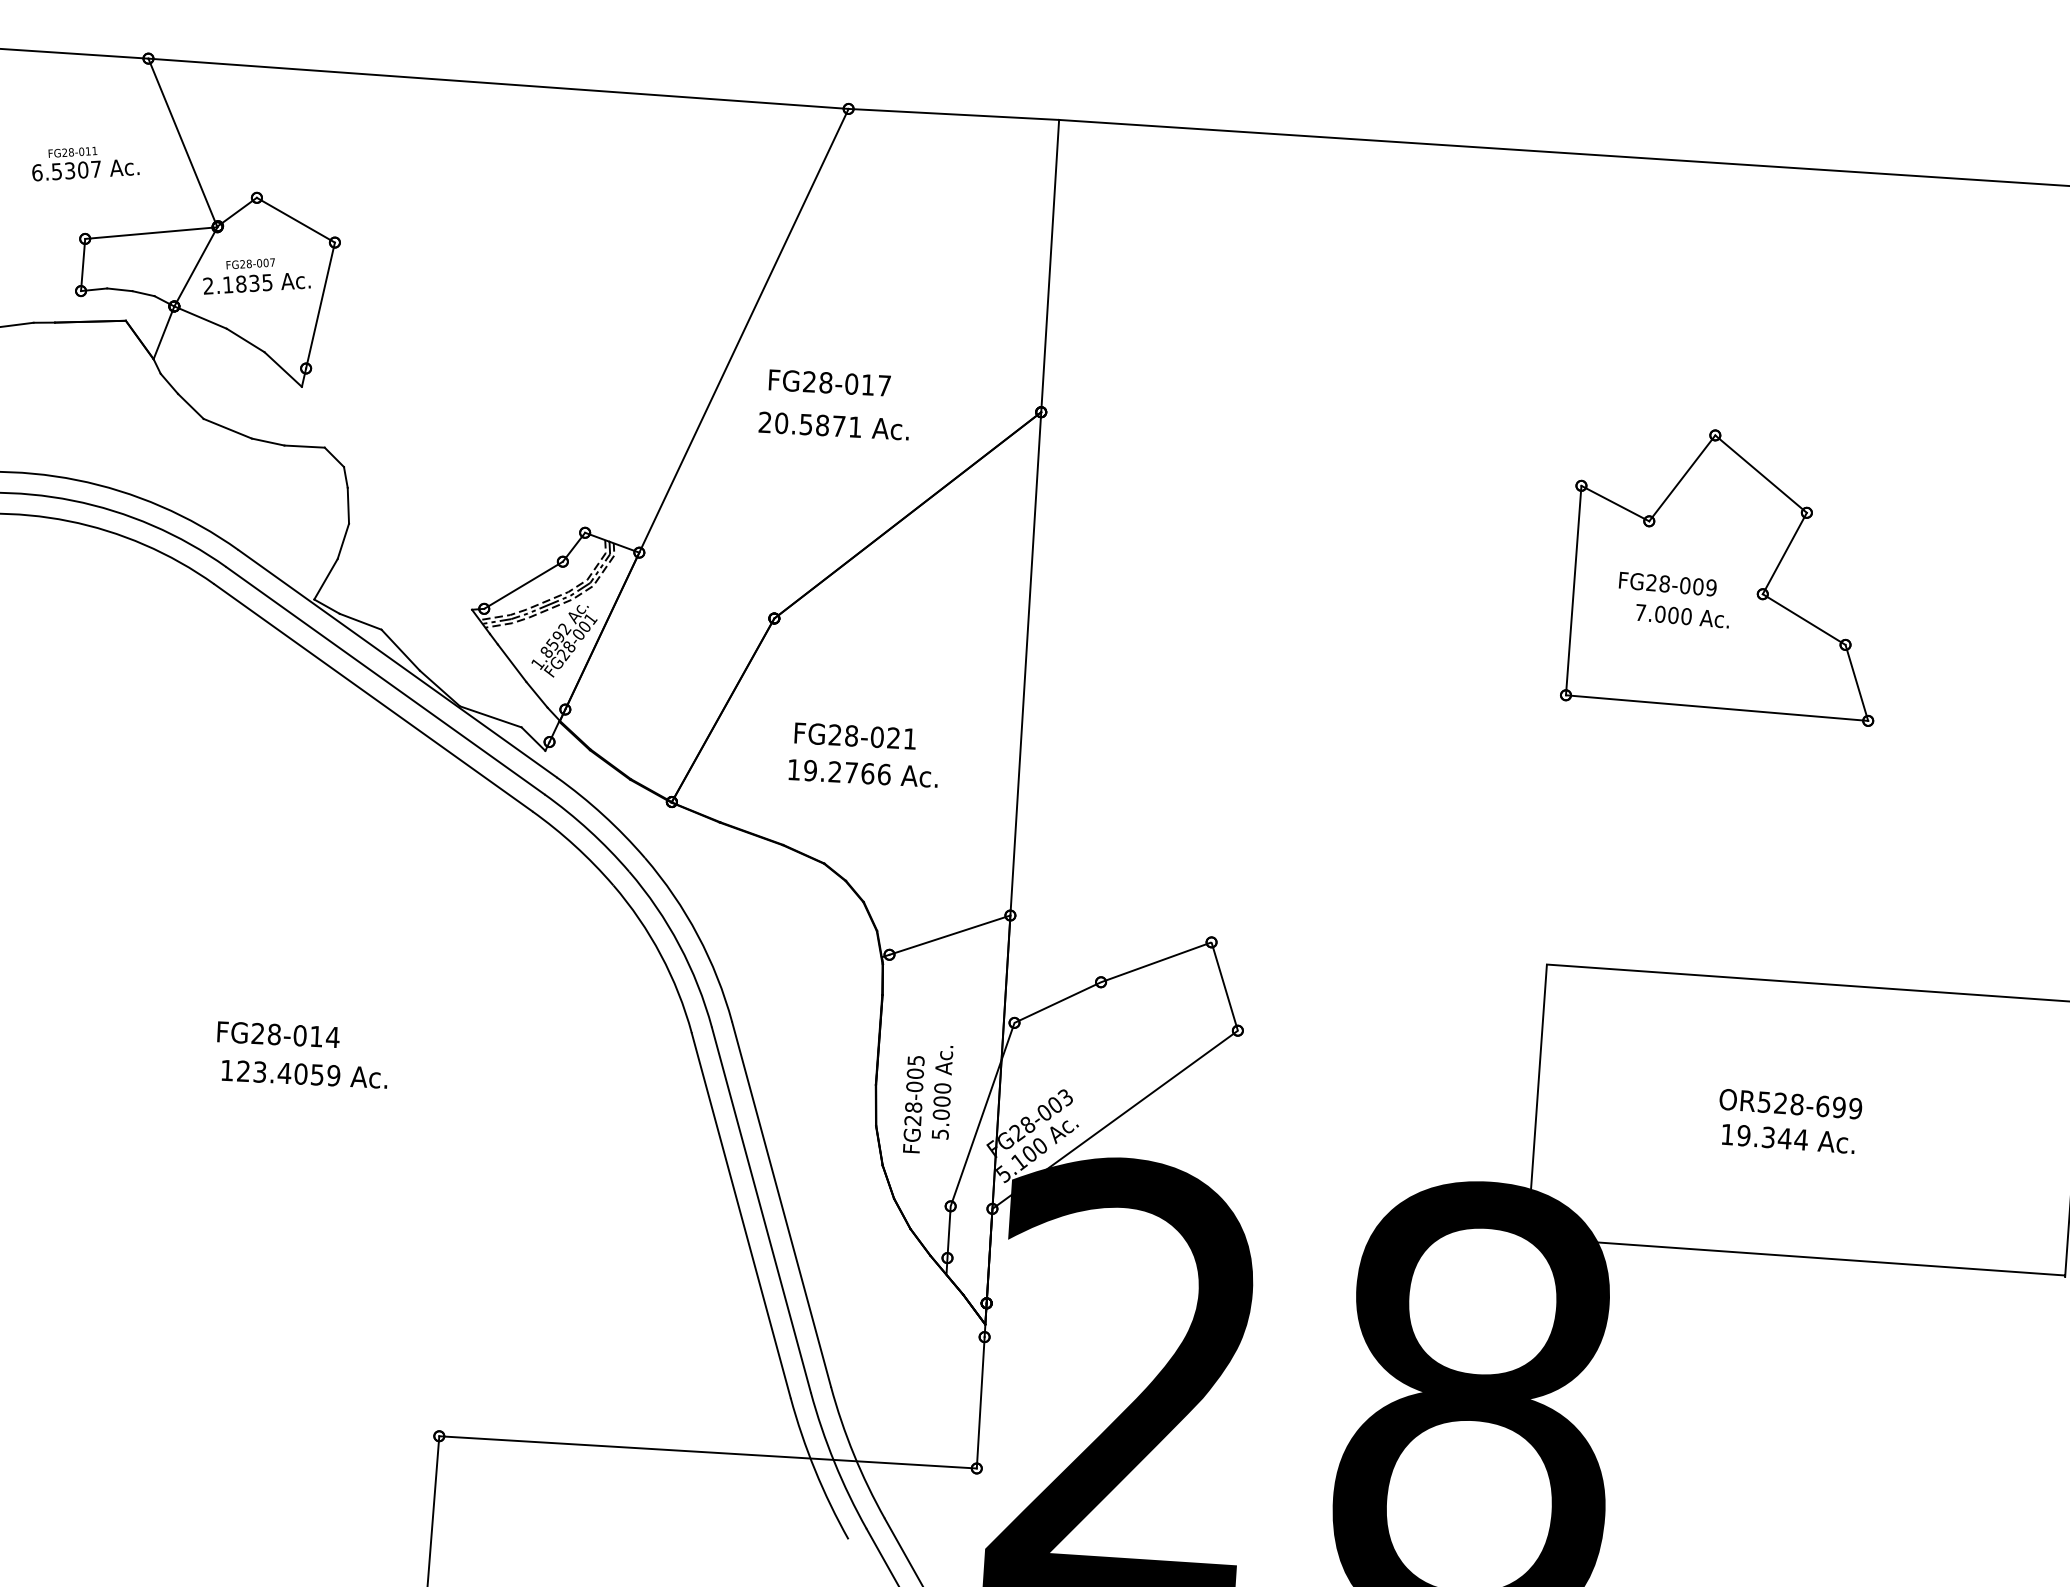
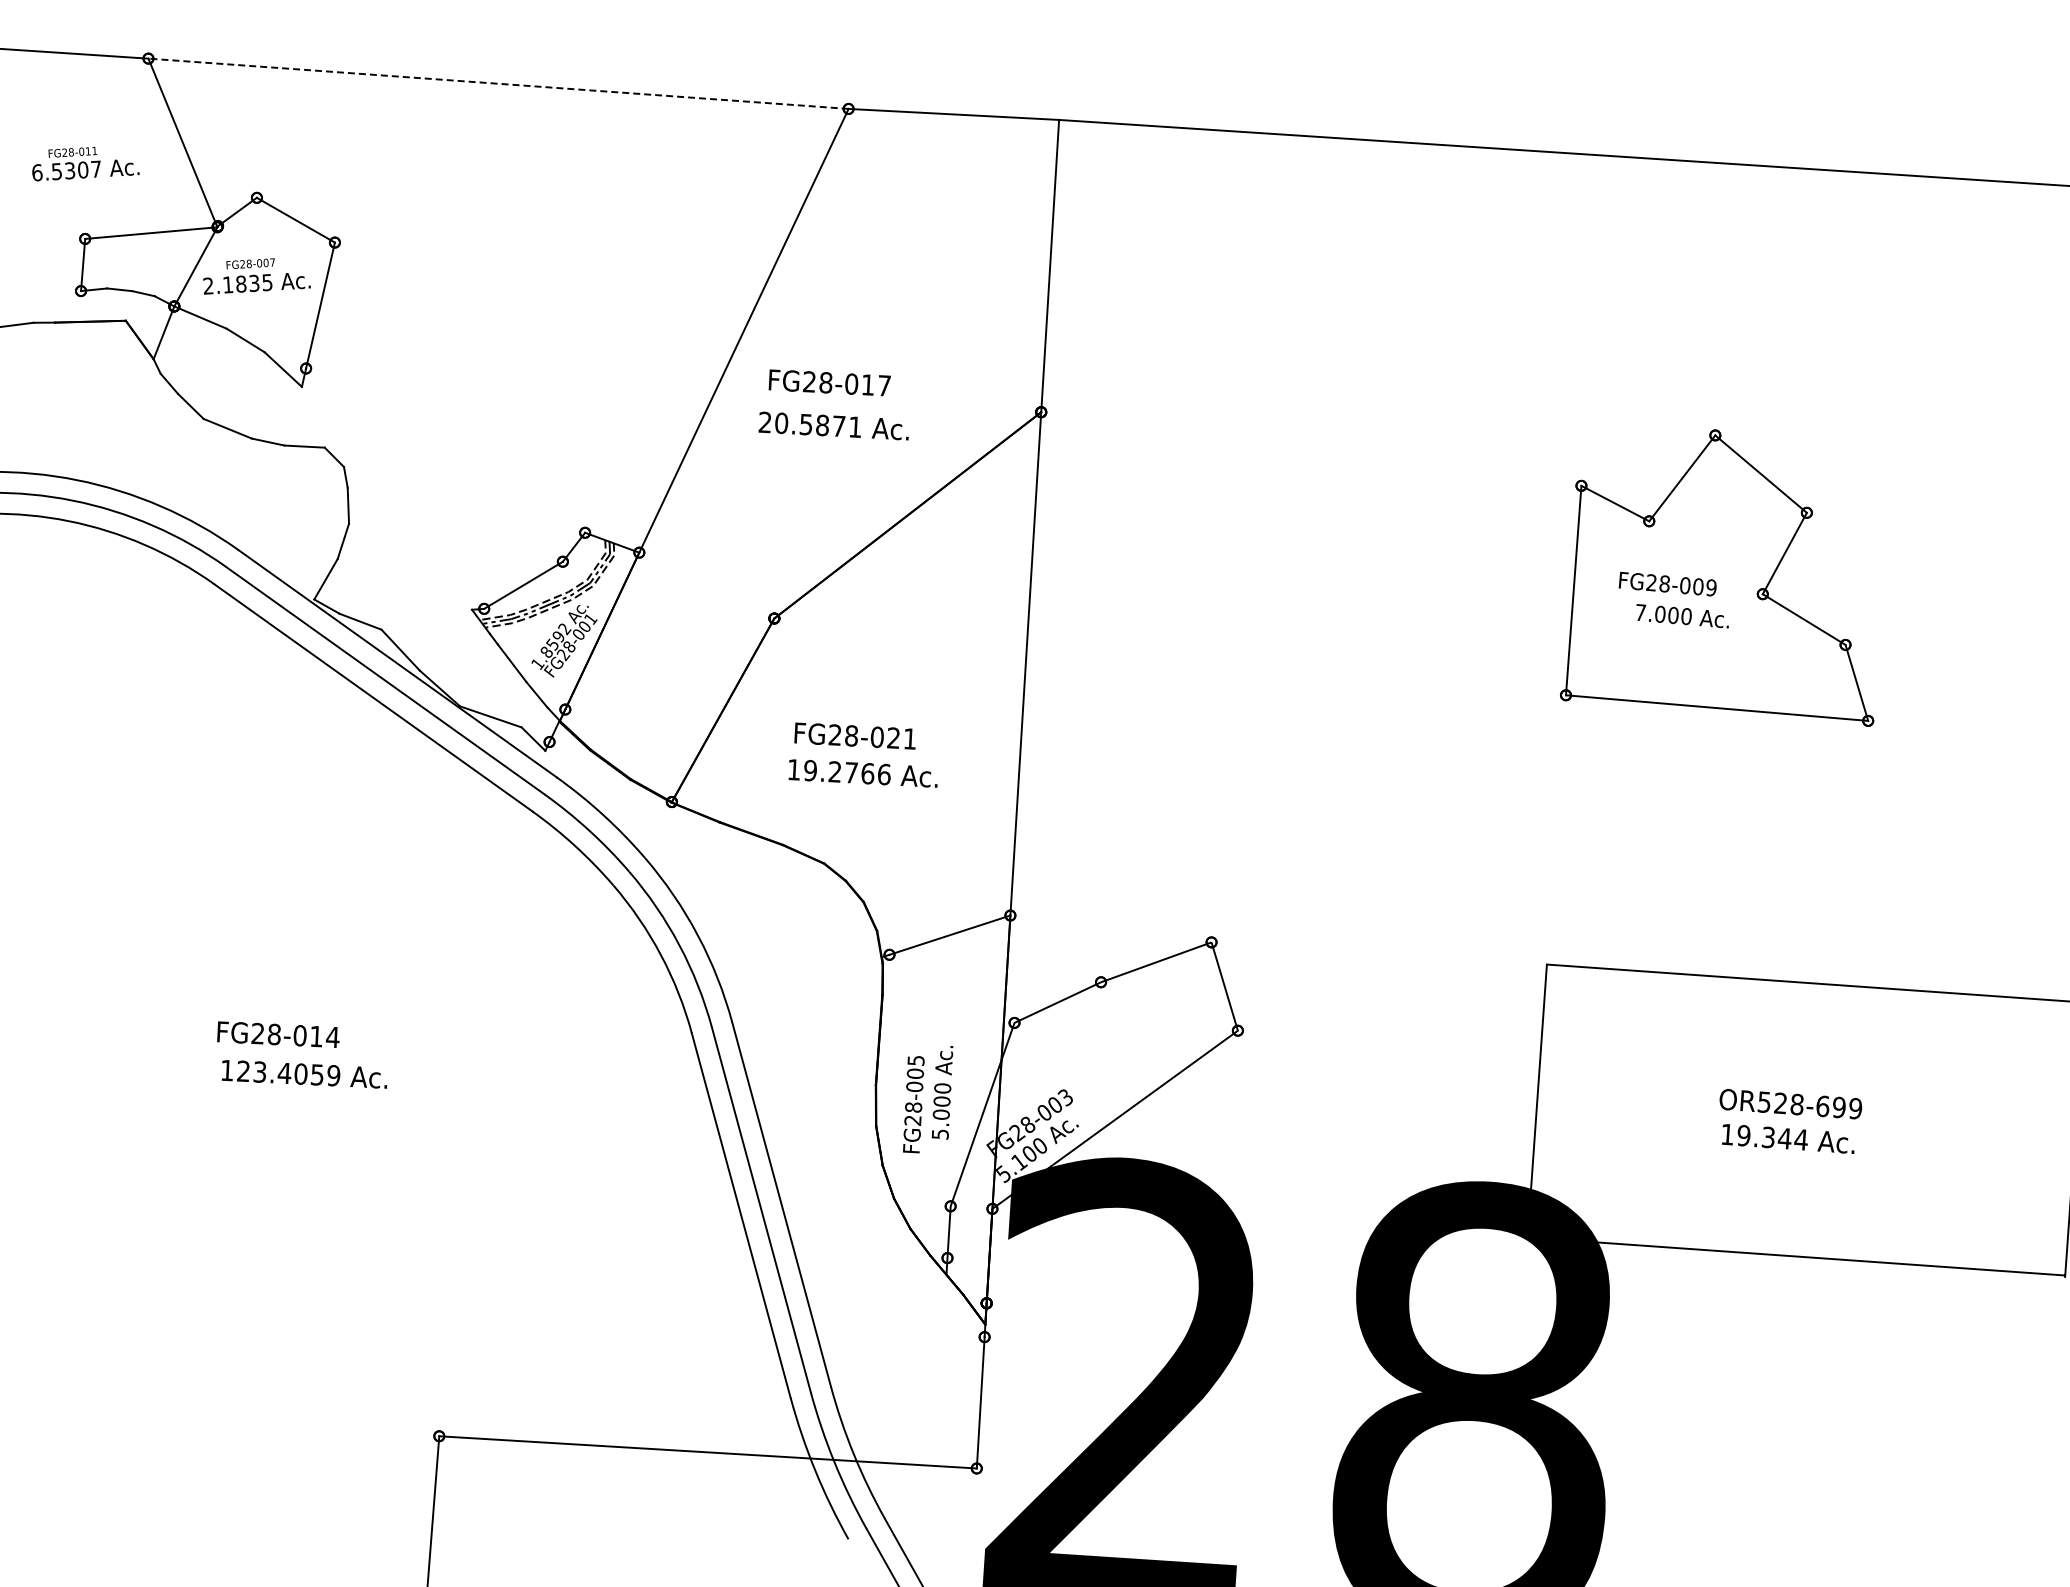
line at (498, 83): solid -> dashed
